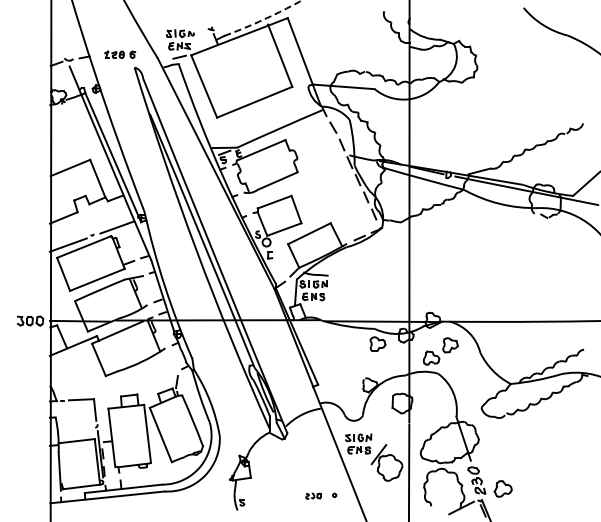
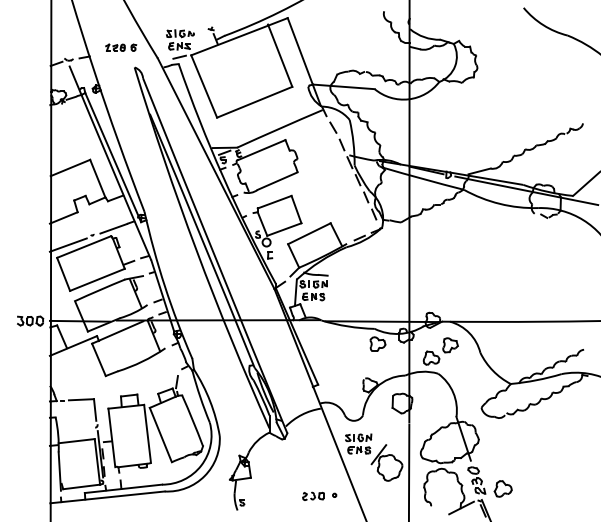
arc at (264, 19): dashed -> solid
part at (120, 54) position: (120, 54) -> (121, 47)
part at (313, 495) size: 17x8 px -> 23x10 px
